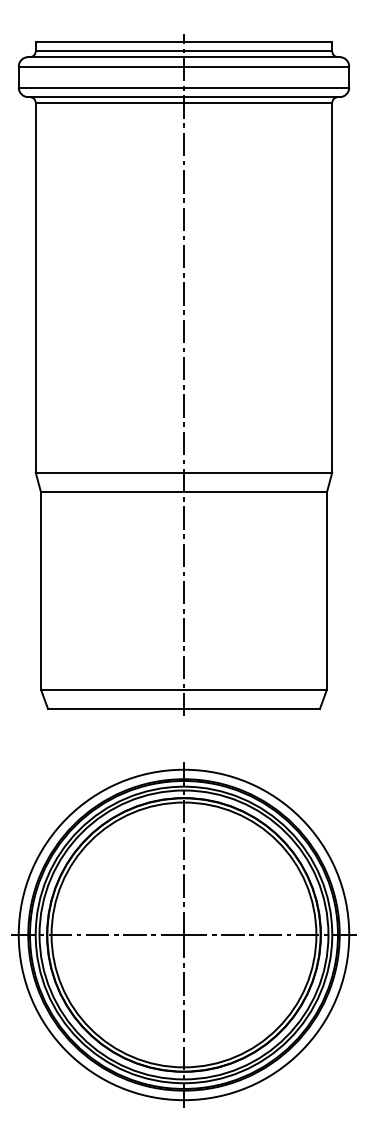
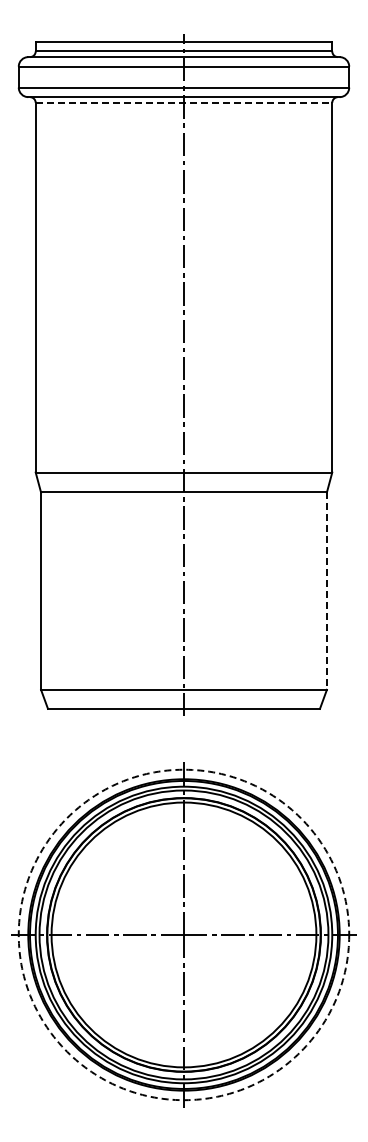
line at (184, 102): solid -> dashed
line at (326, 591): solid -> dashed
circle at (183, 934): solid -> dashed
